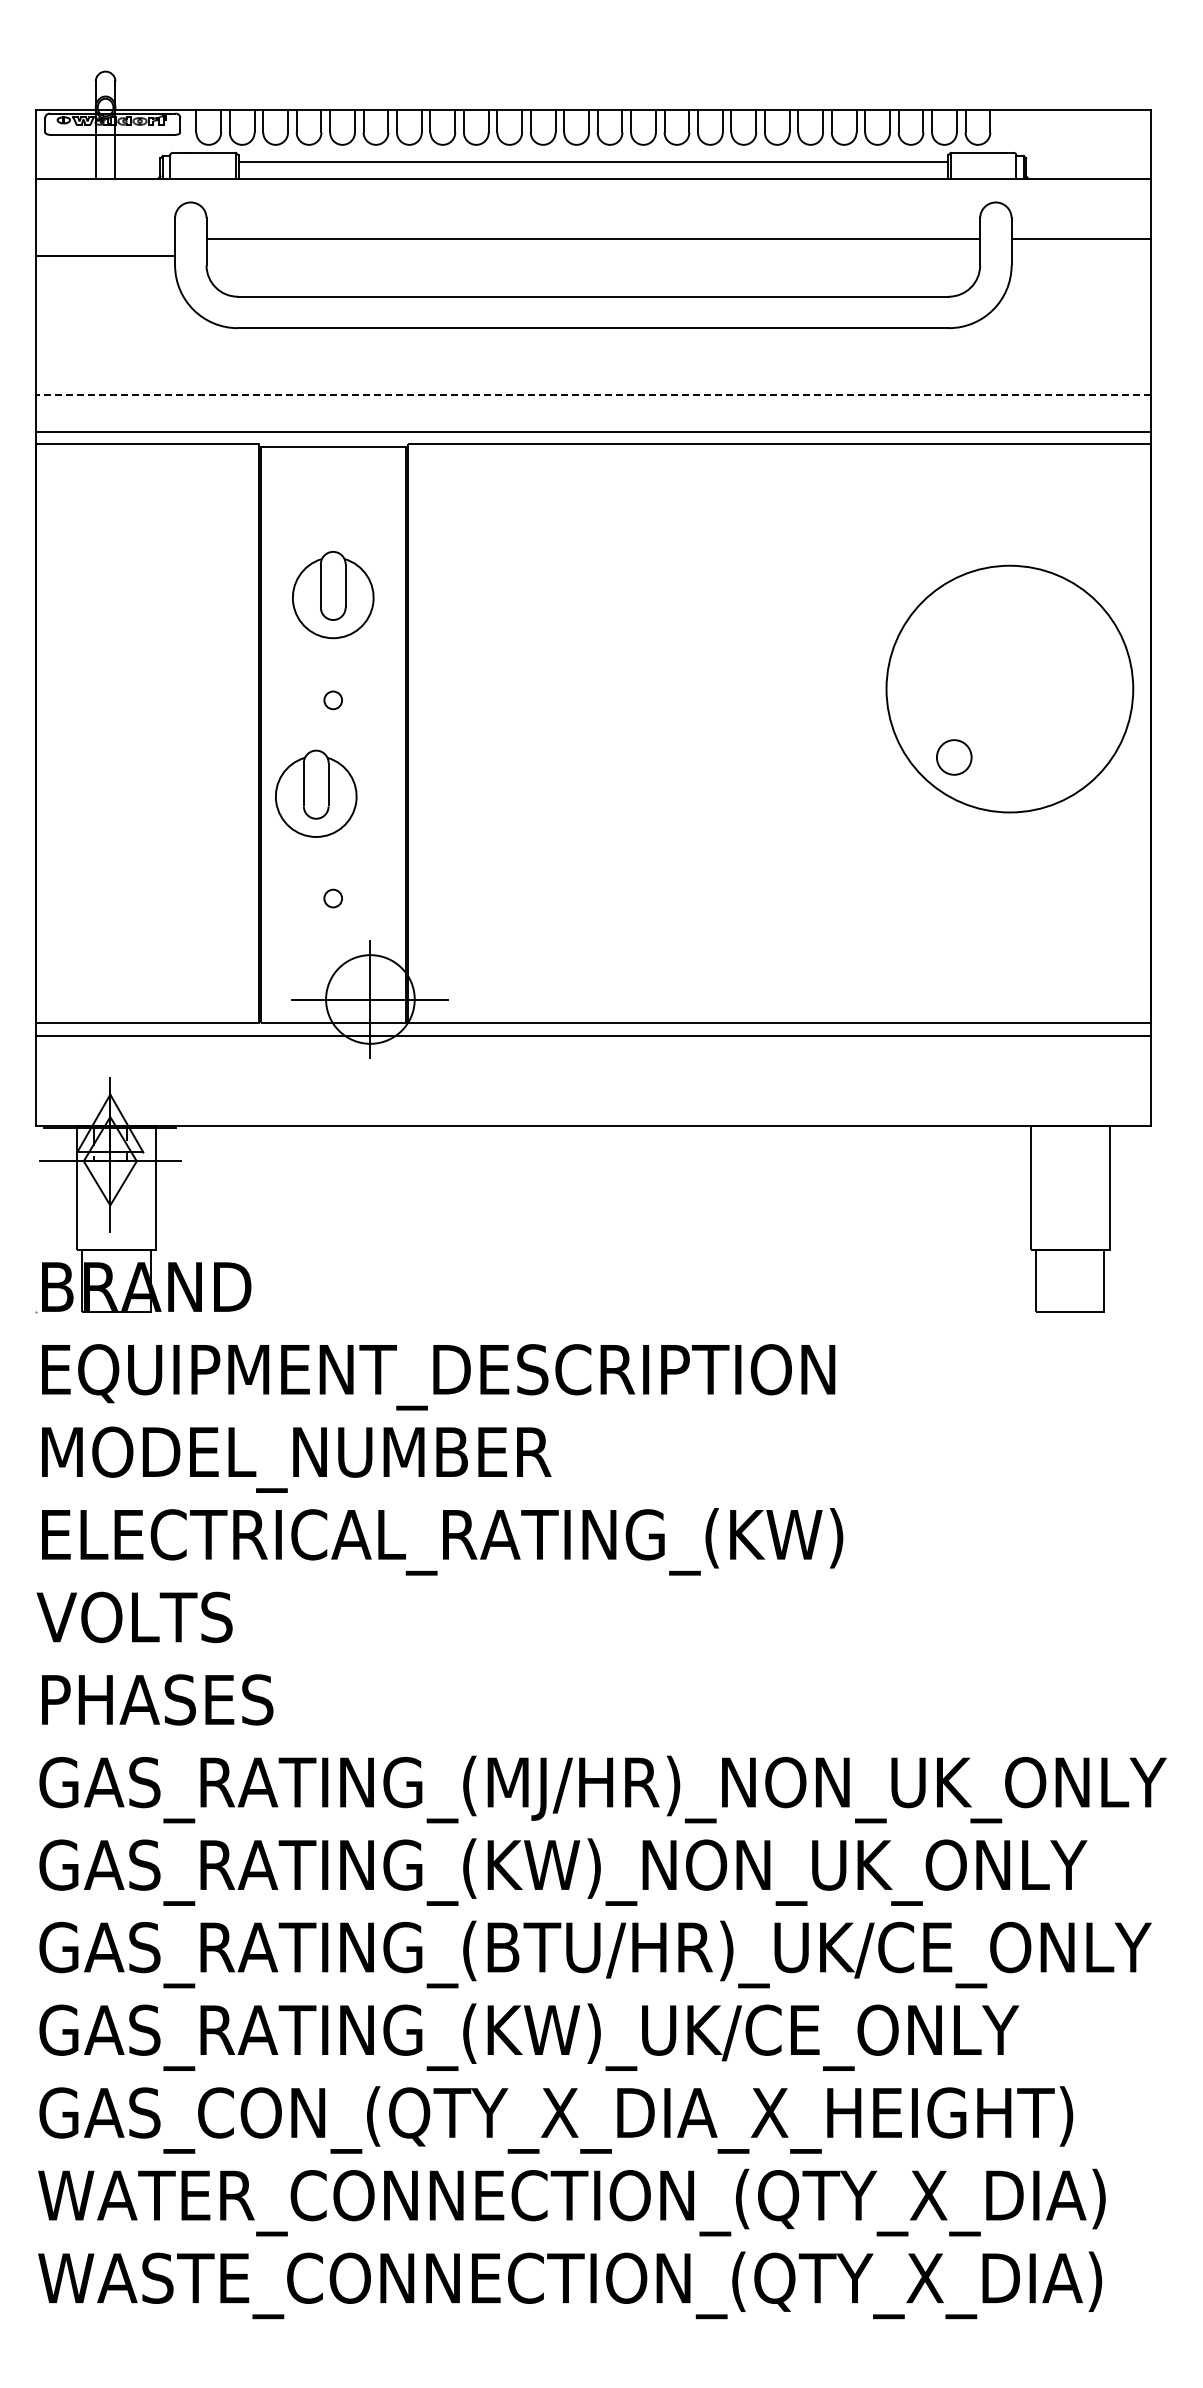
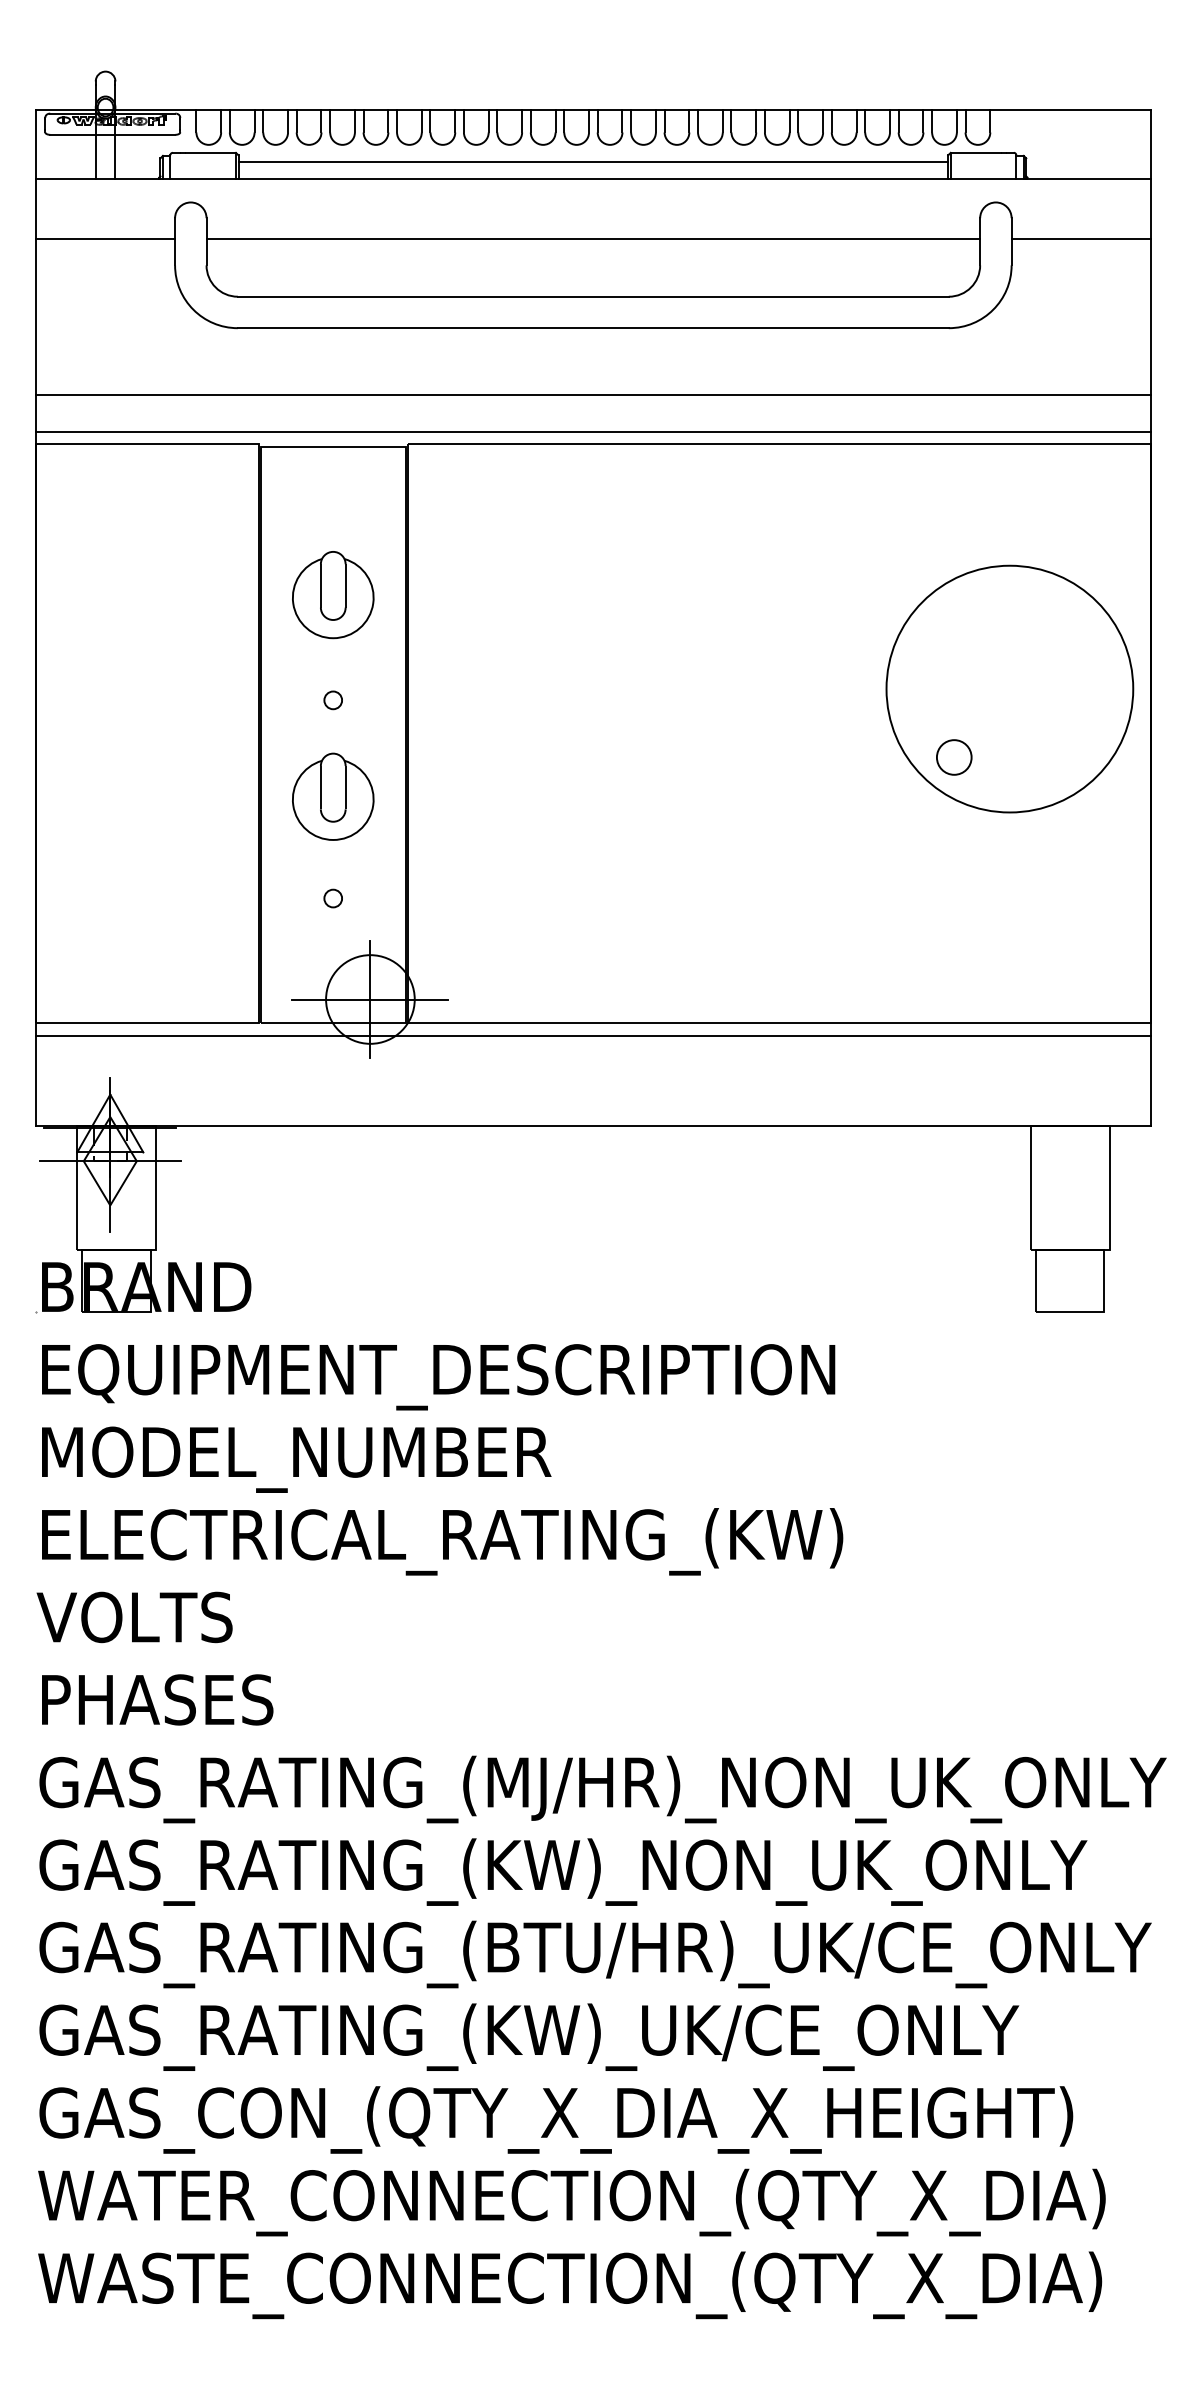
line at (105, 256) position: (105, 256) -> (105, 239)
line at (592, 395): dashed -> solid
part at (316, 793) position: (316, 793) -> (333, 796)
